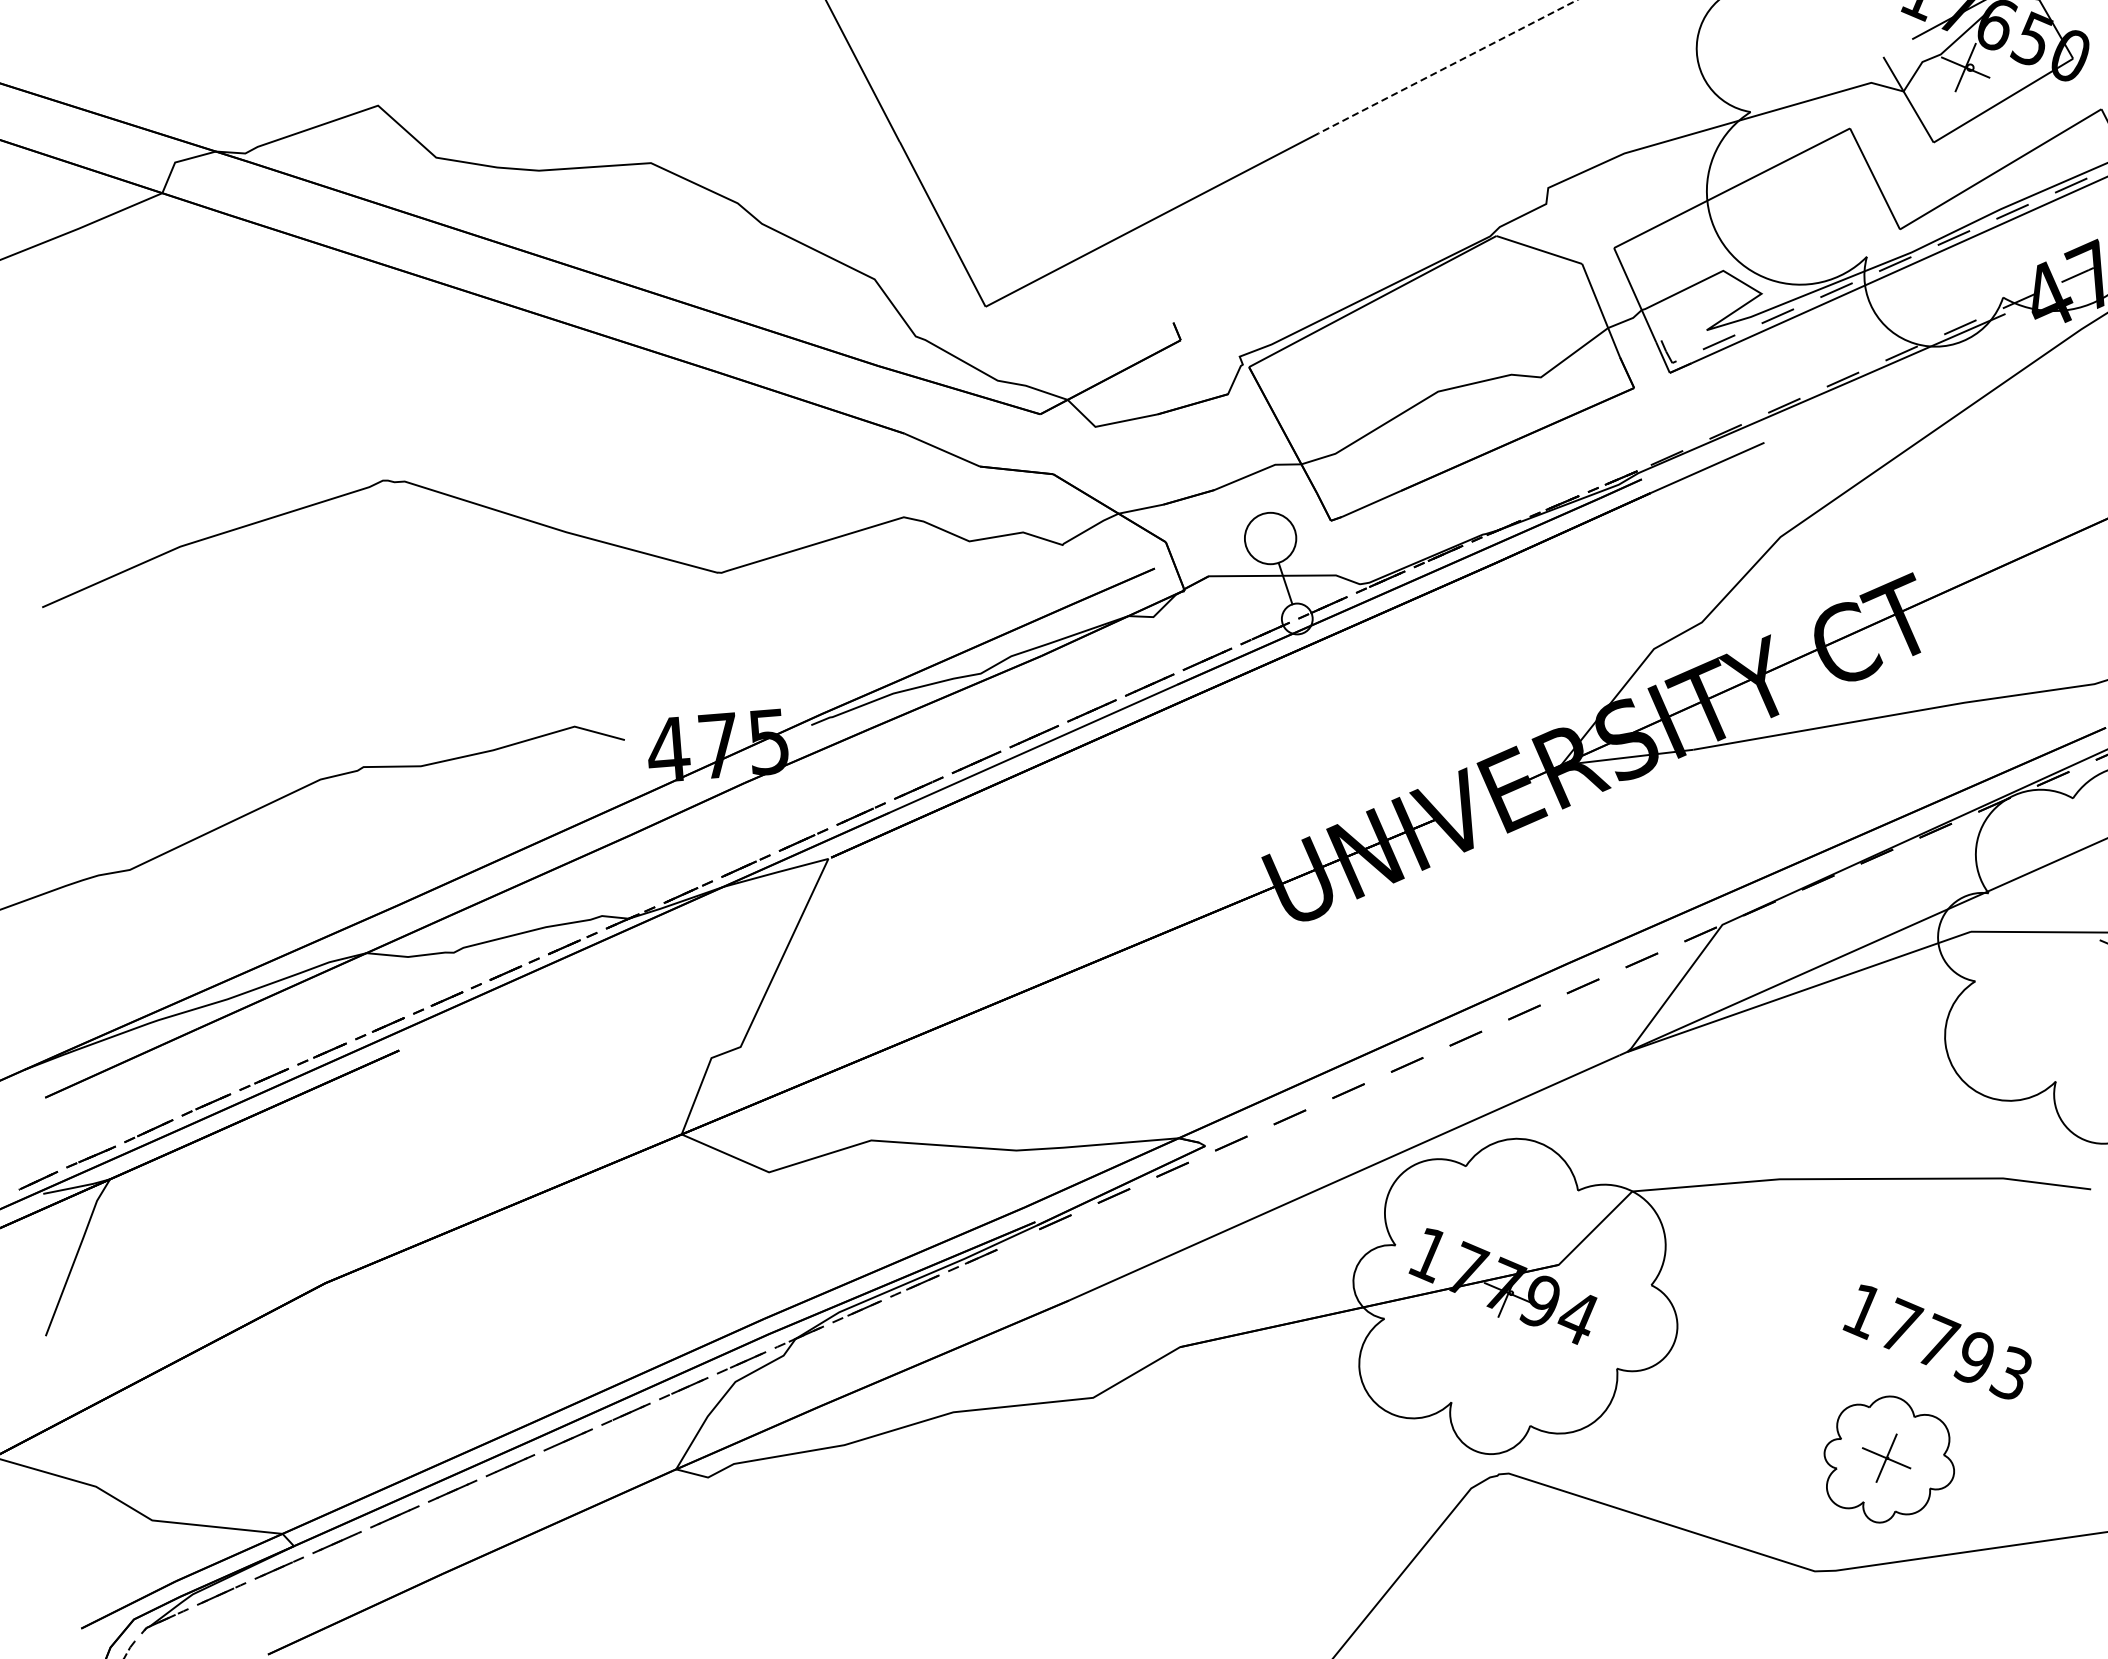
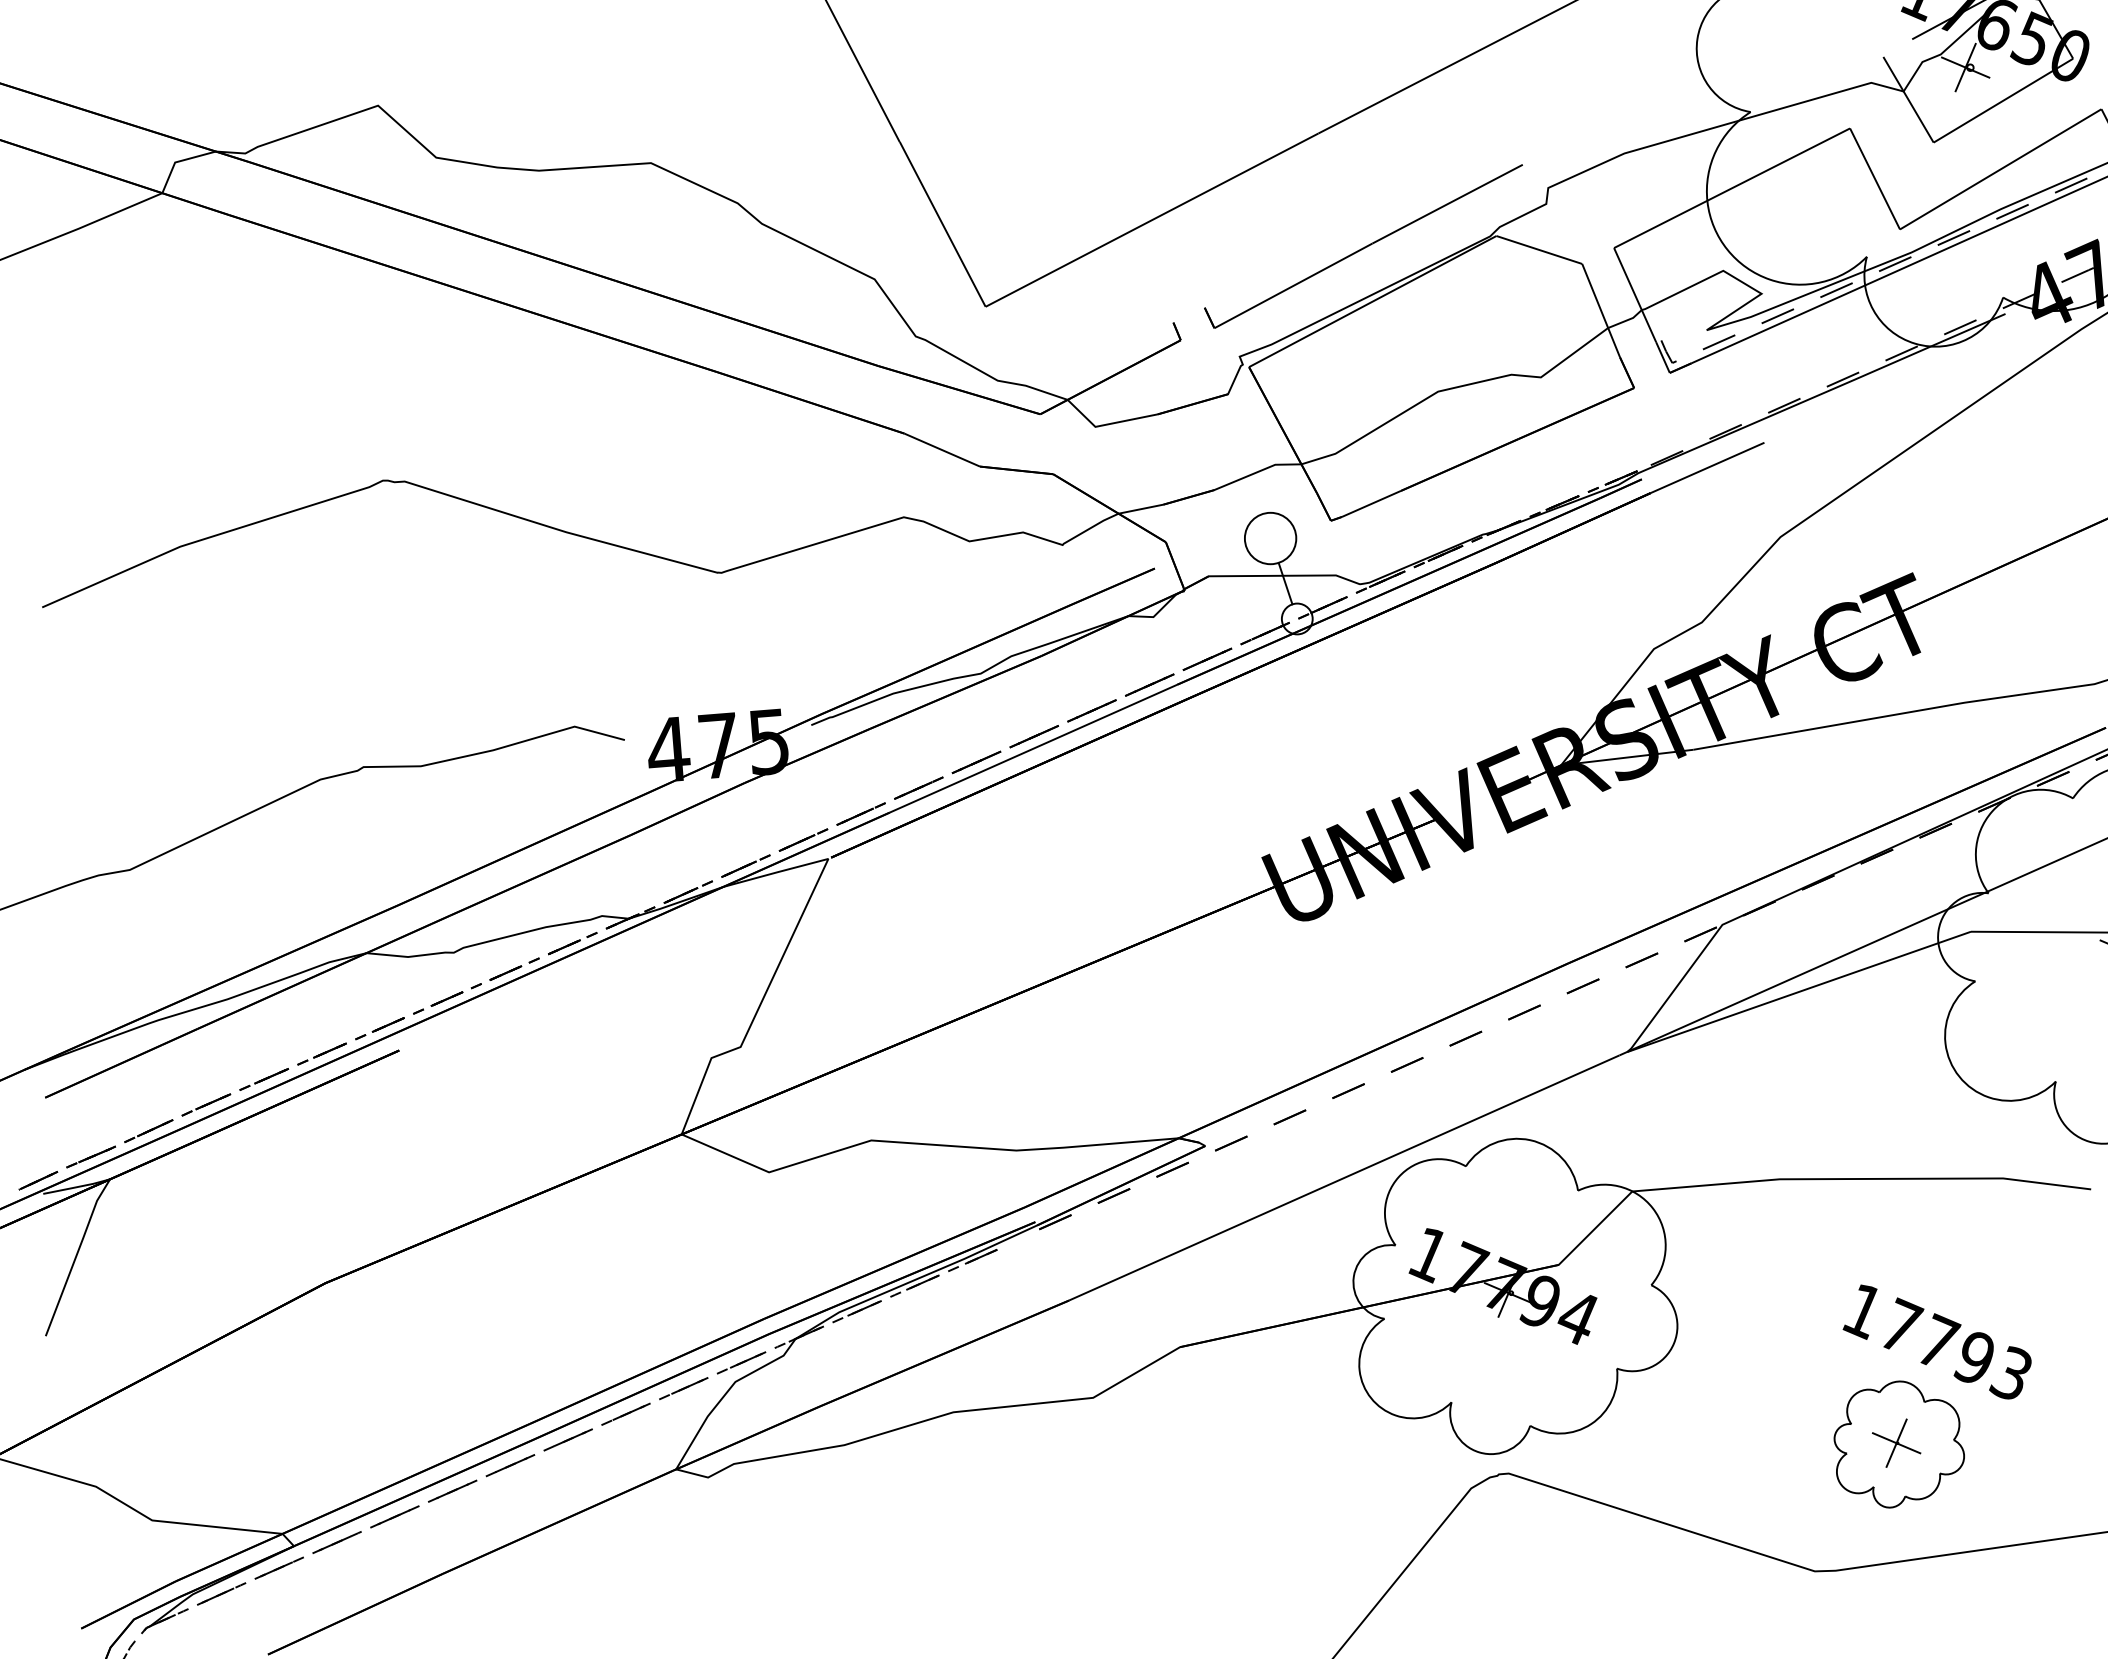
line at (1447, 67): dashed -> solid
part at (1363, 246): none -> present
part at (1888, 1459) position: (1888, 1459) -> (1898, 1444)
